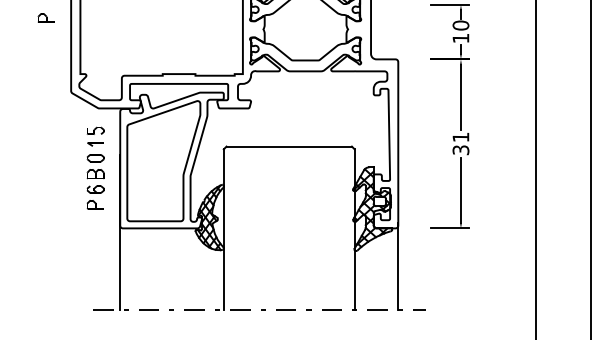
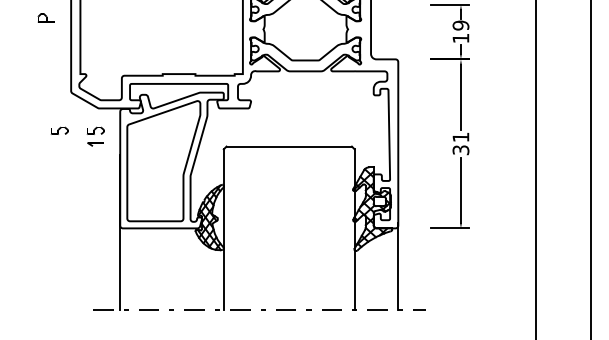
text at (461, 25): 10 -> 19
part at (59, 130): none -> present
part at (95, 181): present -> none
